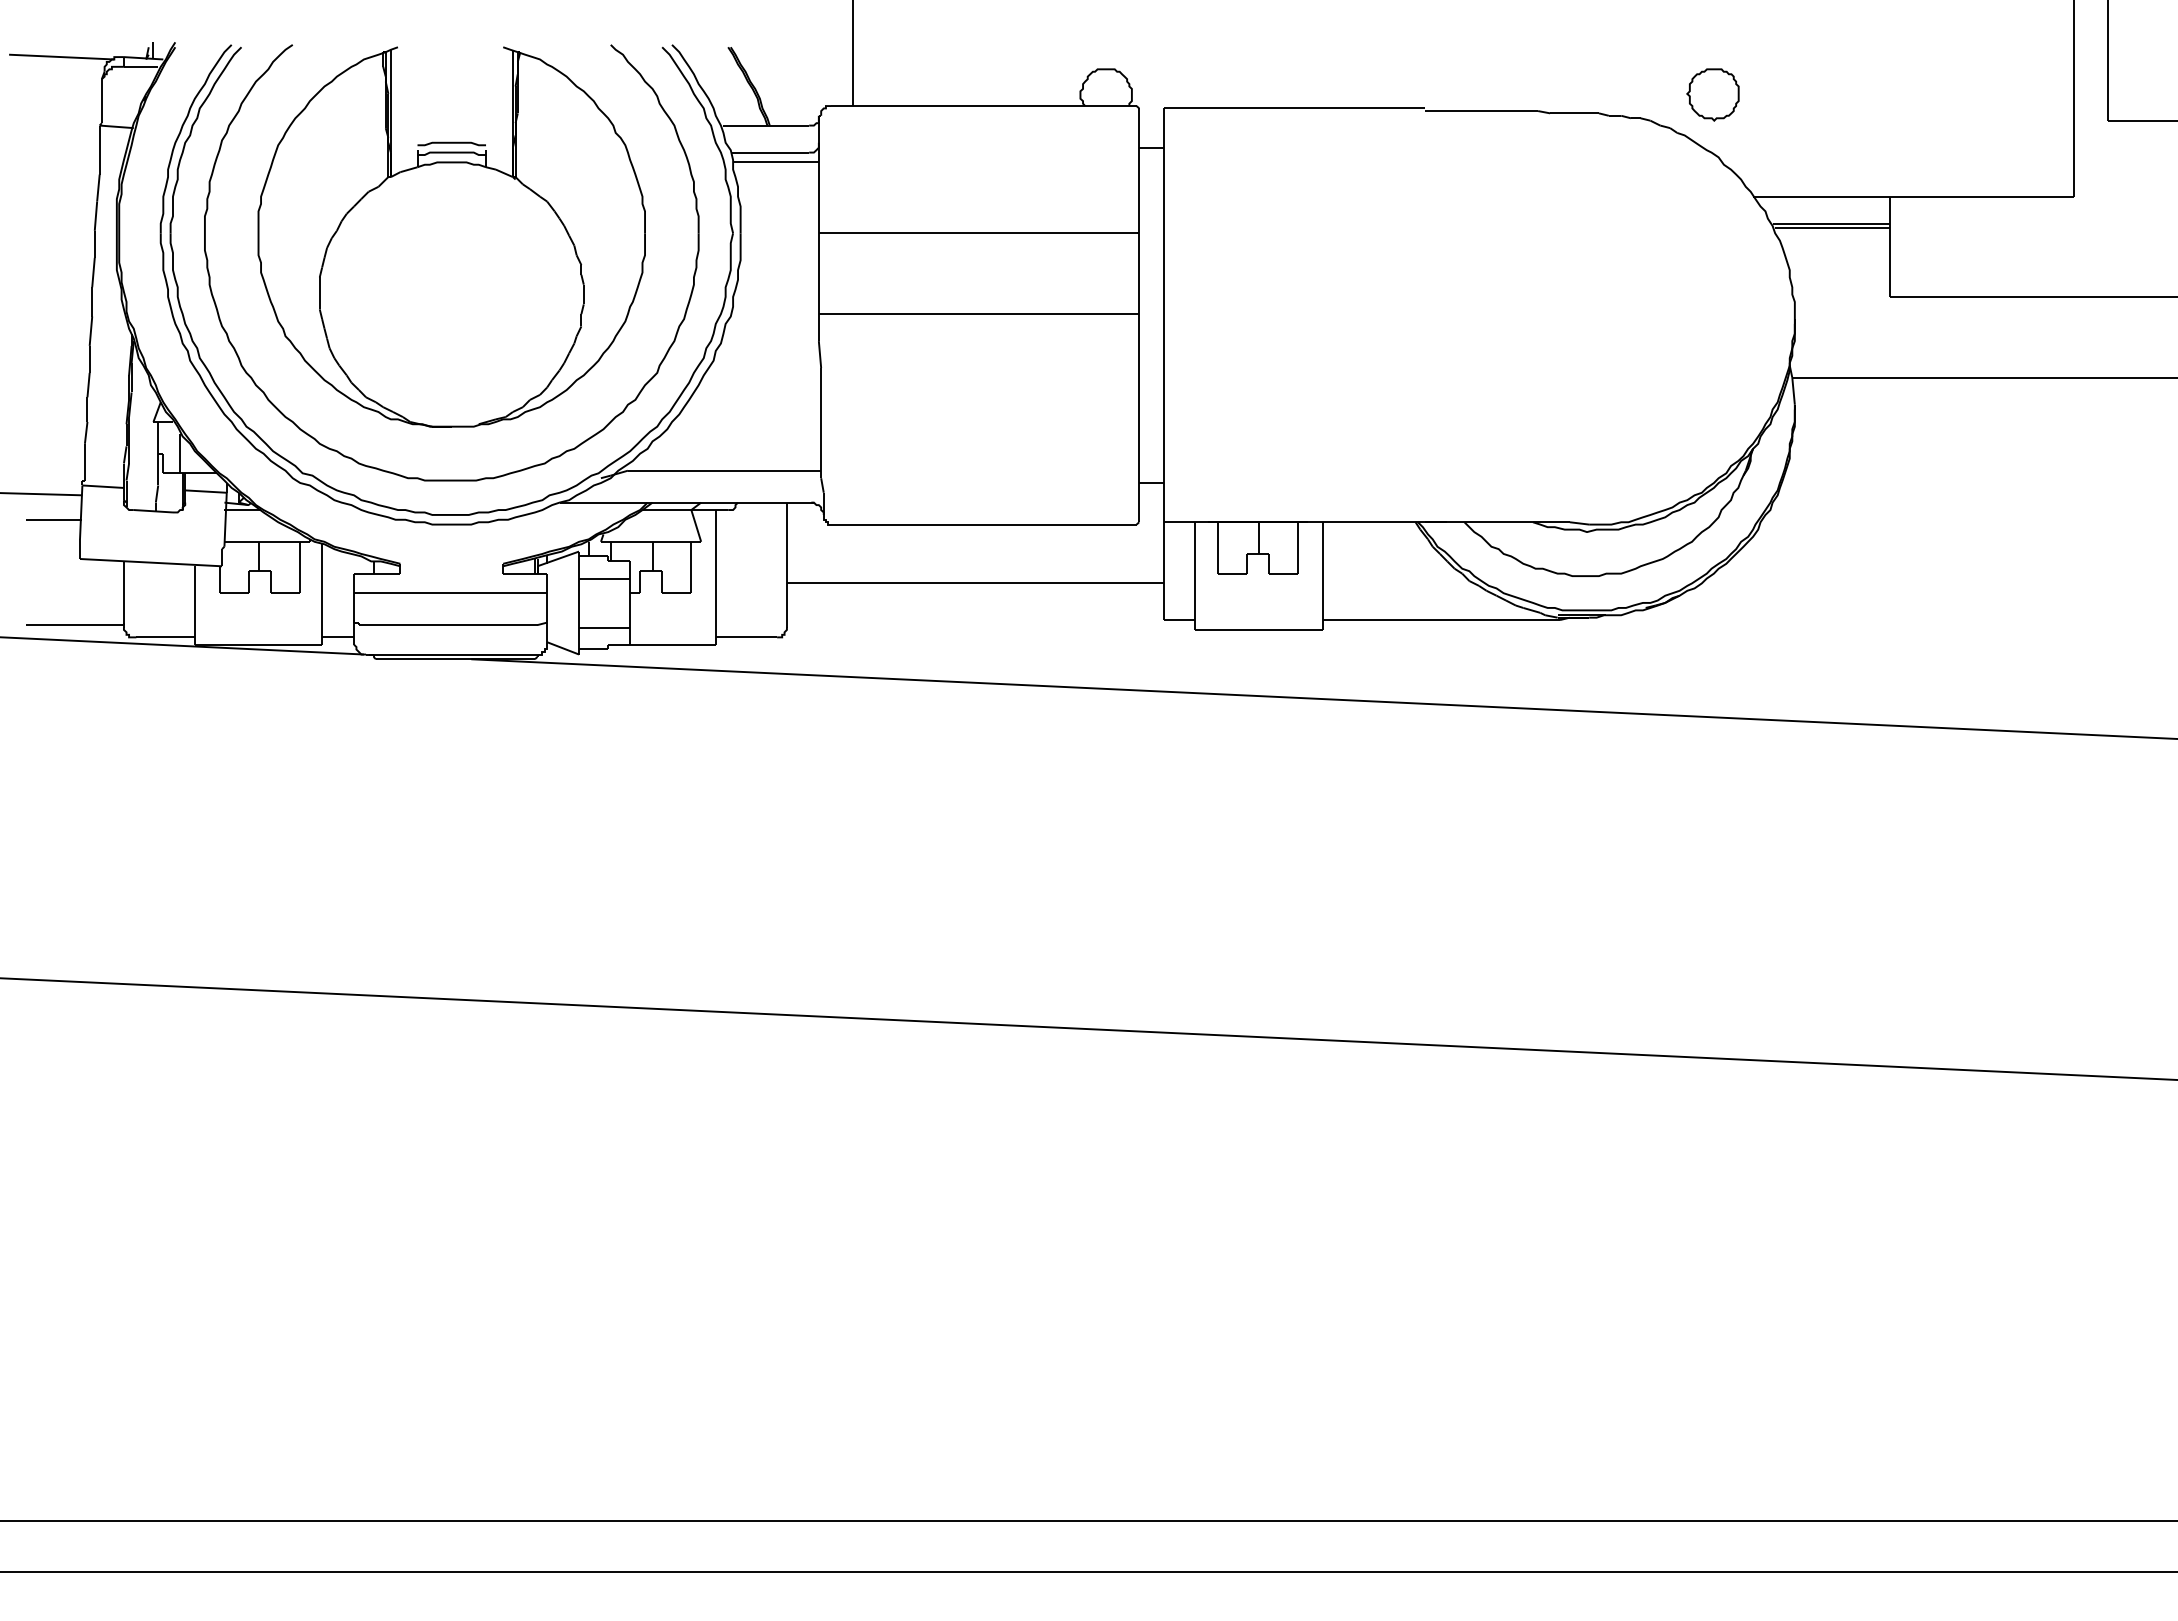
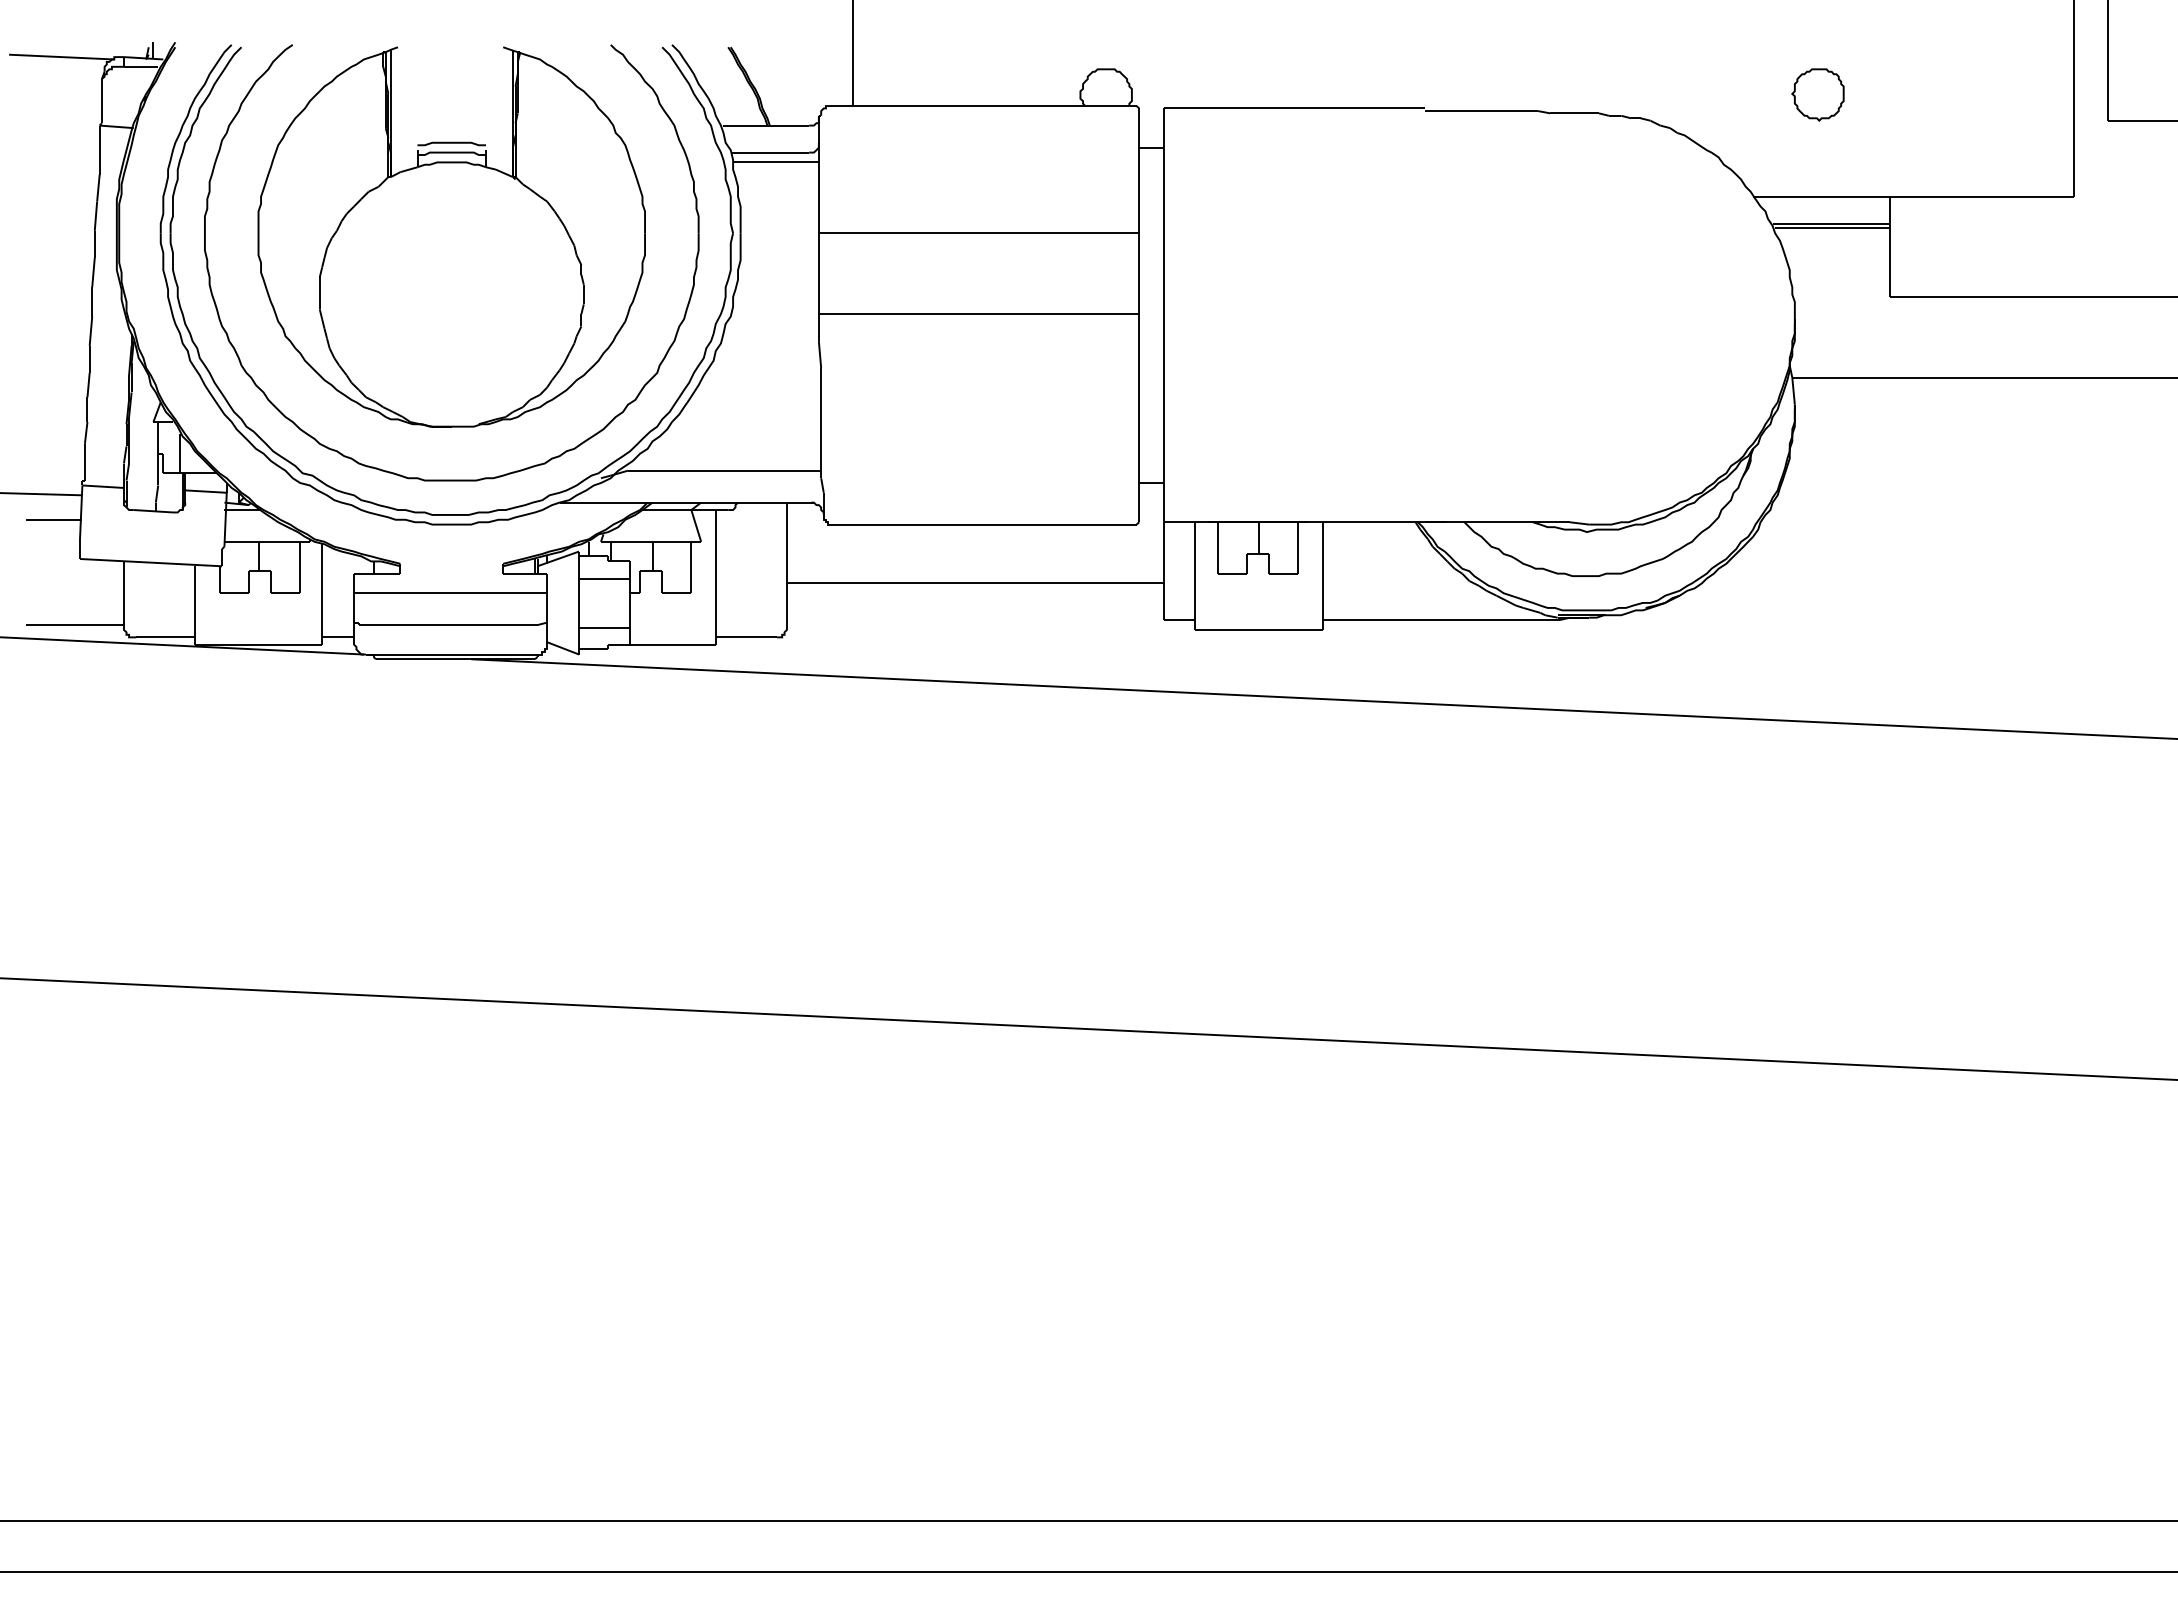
part at (1712, 94) position: (1712, 94) -> (1817, 94)
